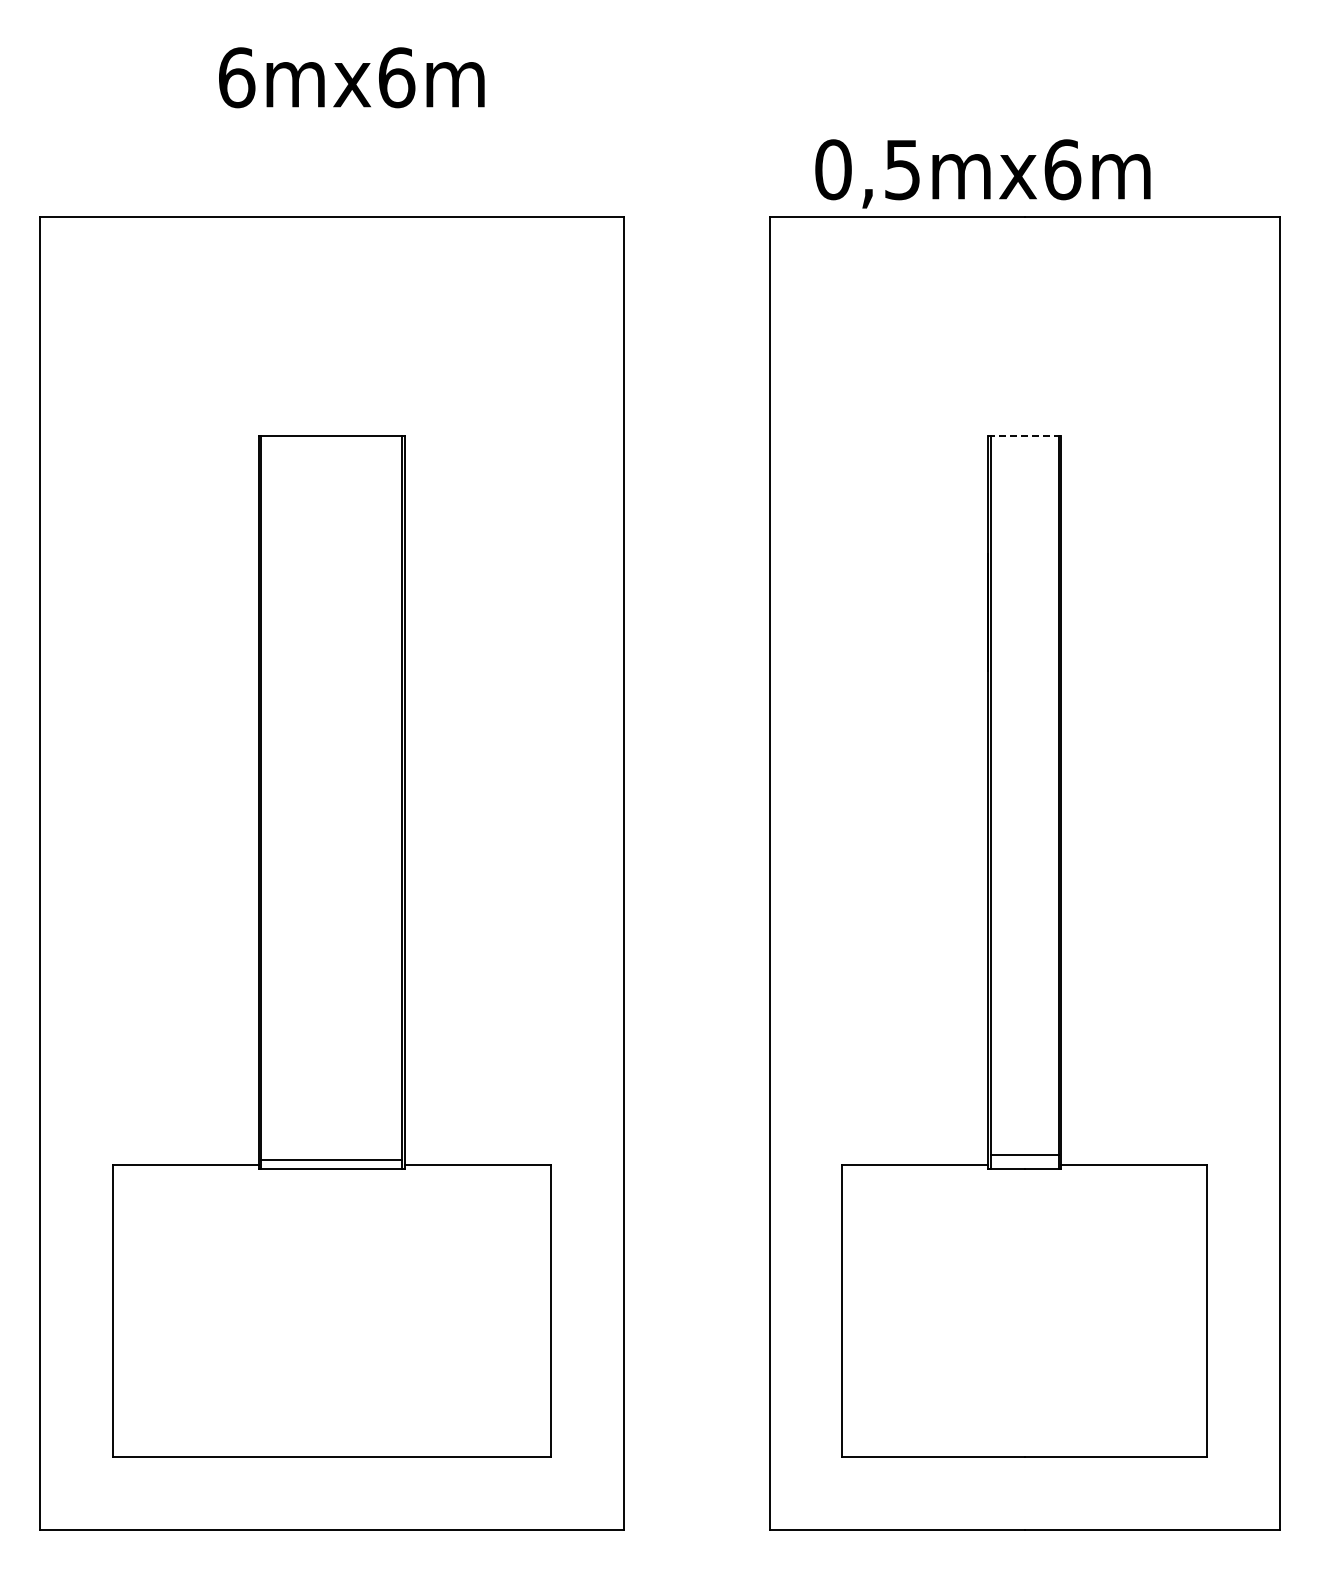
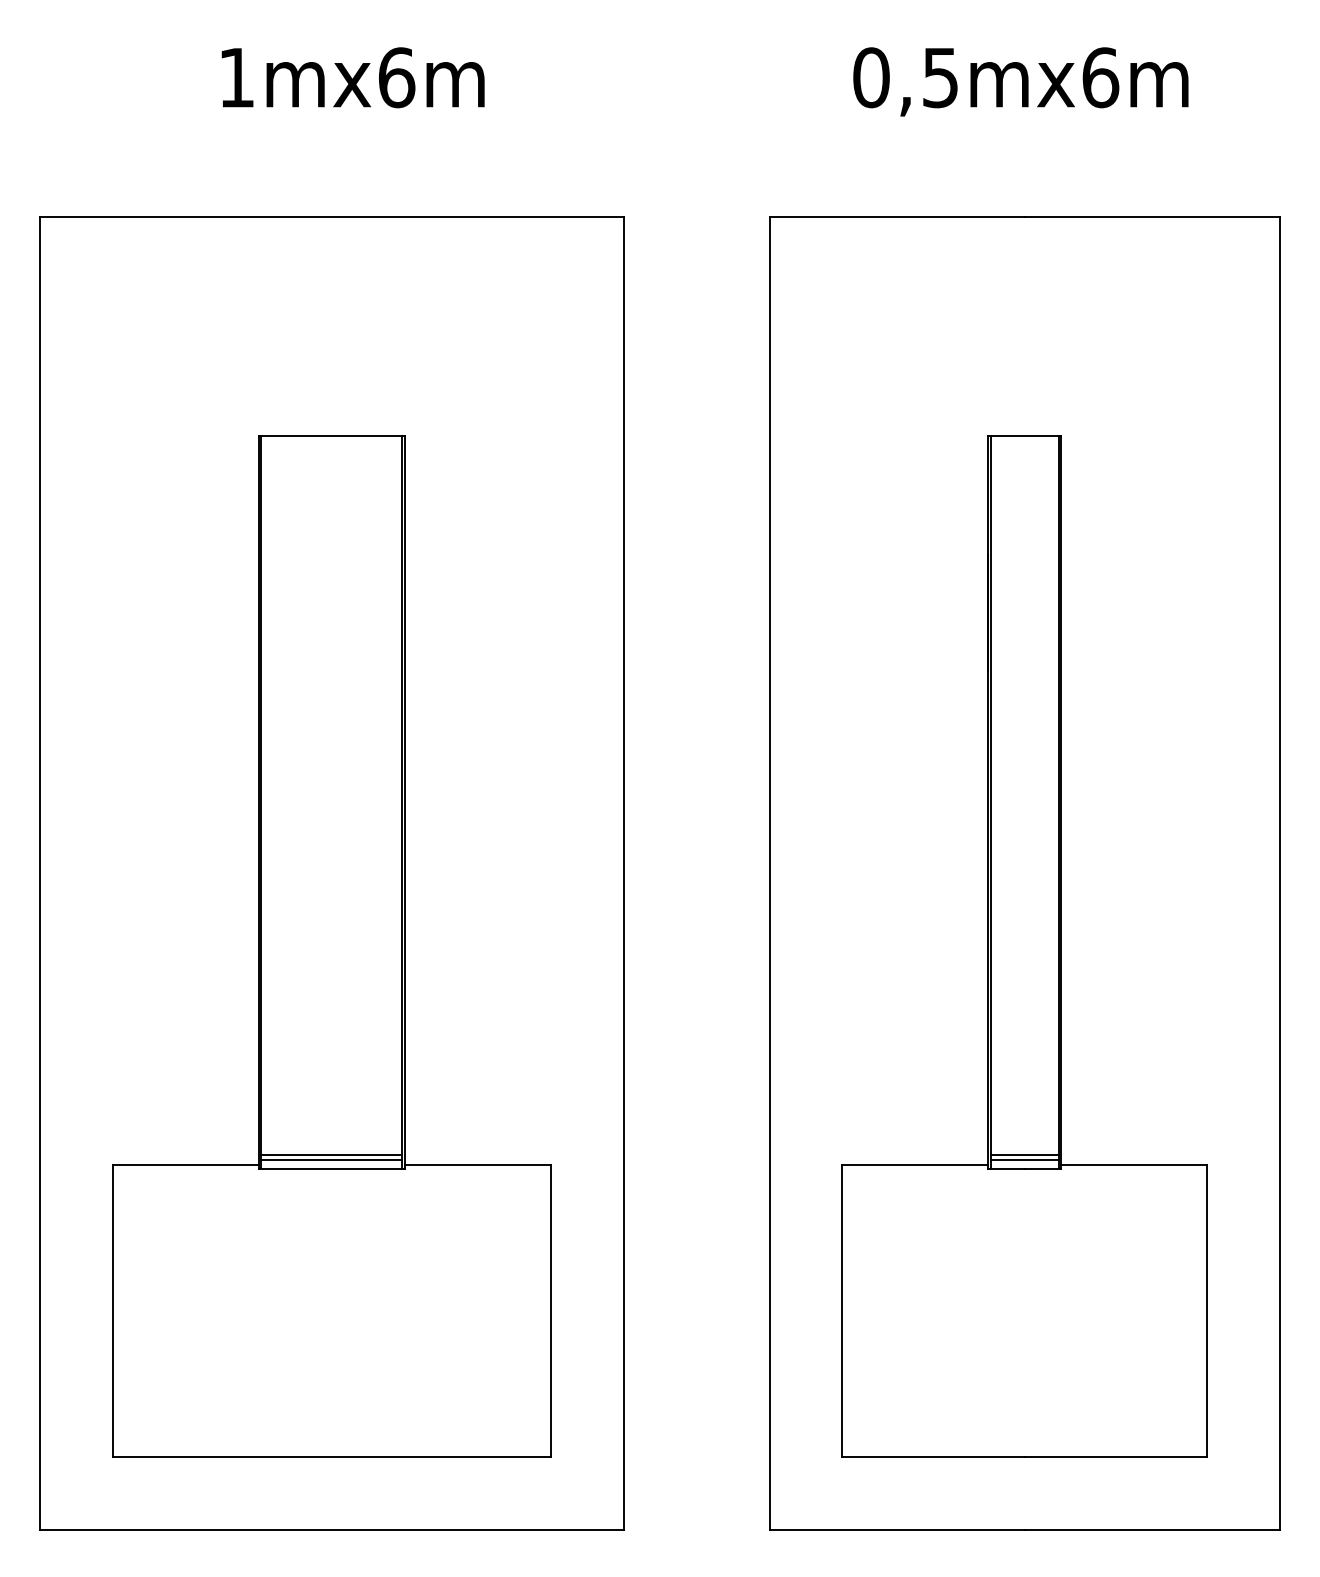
text at (237, 77): 6mx6m -> 1mx6m
text at (982, 173) position: (982, 173) -> (1020, 81)
line at (1024, 436): dashed -> solid
line at (331, 1154): none -> present
line at (1024, 1160): none -> present
